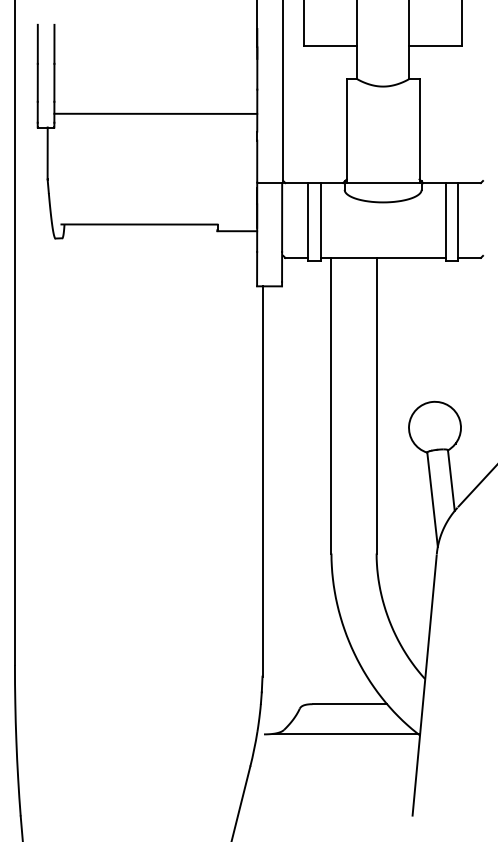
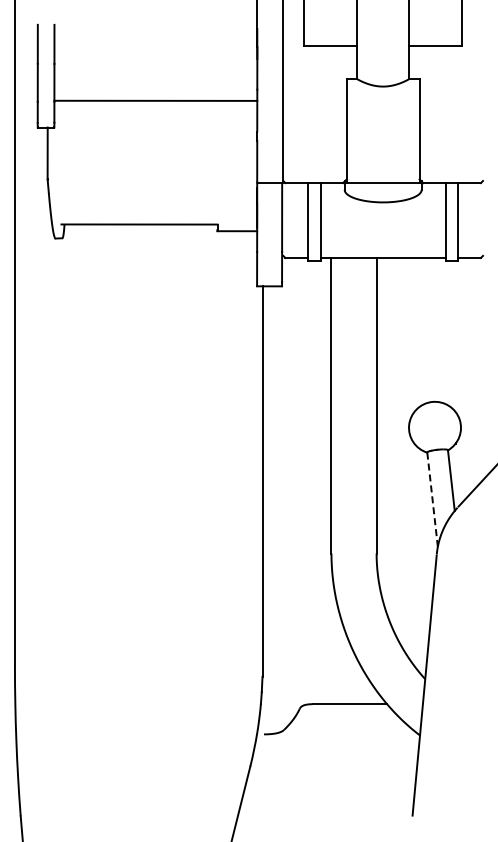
line at (155, 113) position: (155, 113) -> (155, 100)
line at (432, 499): solid -> dashed
line at (345, 734): present -> none
